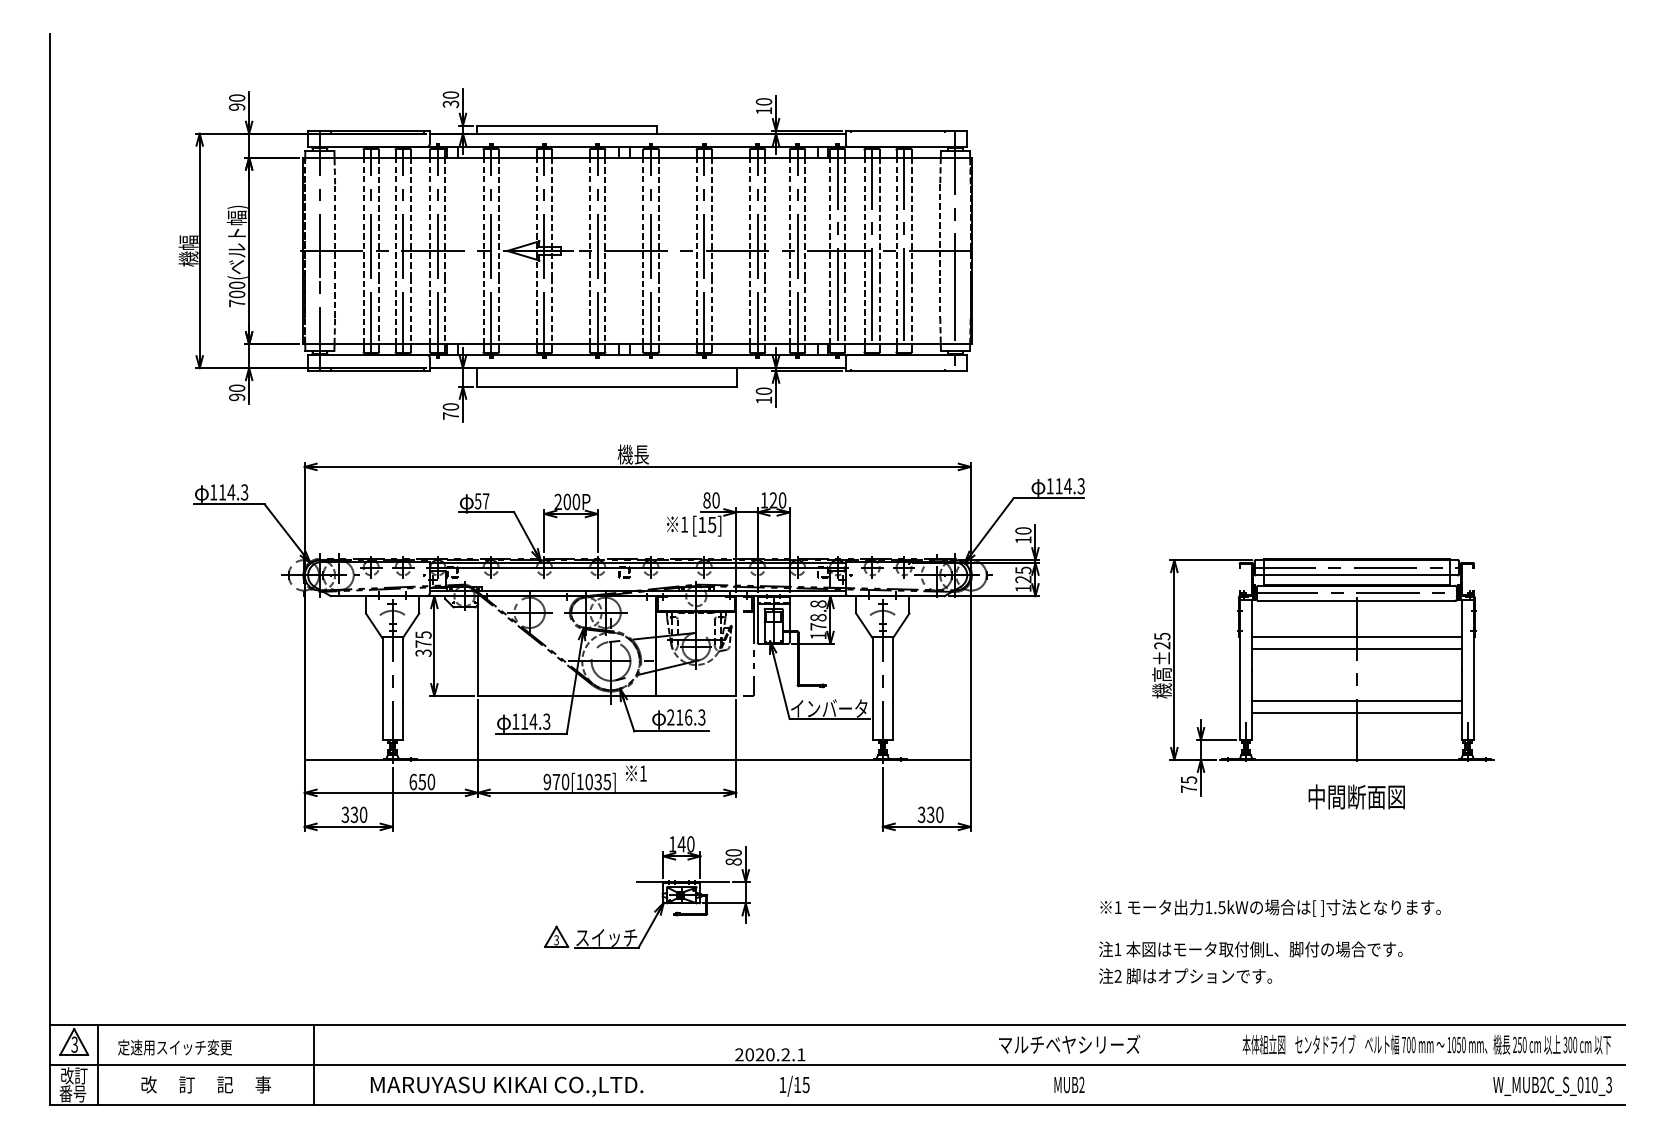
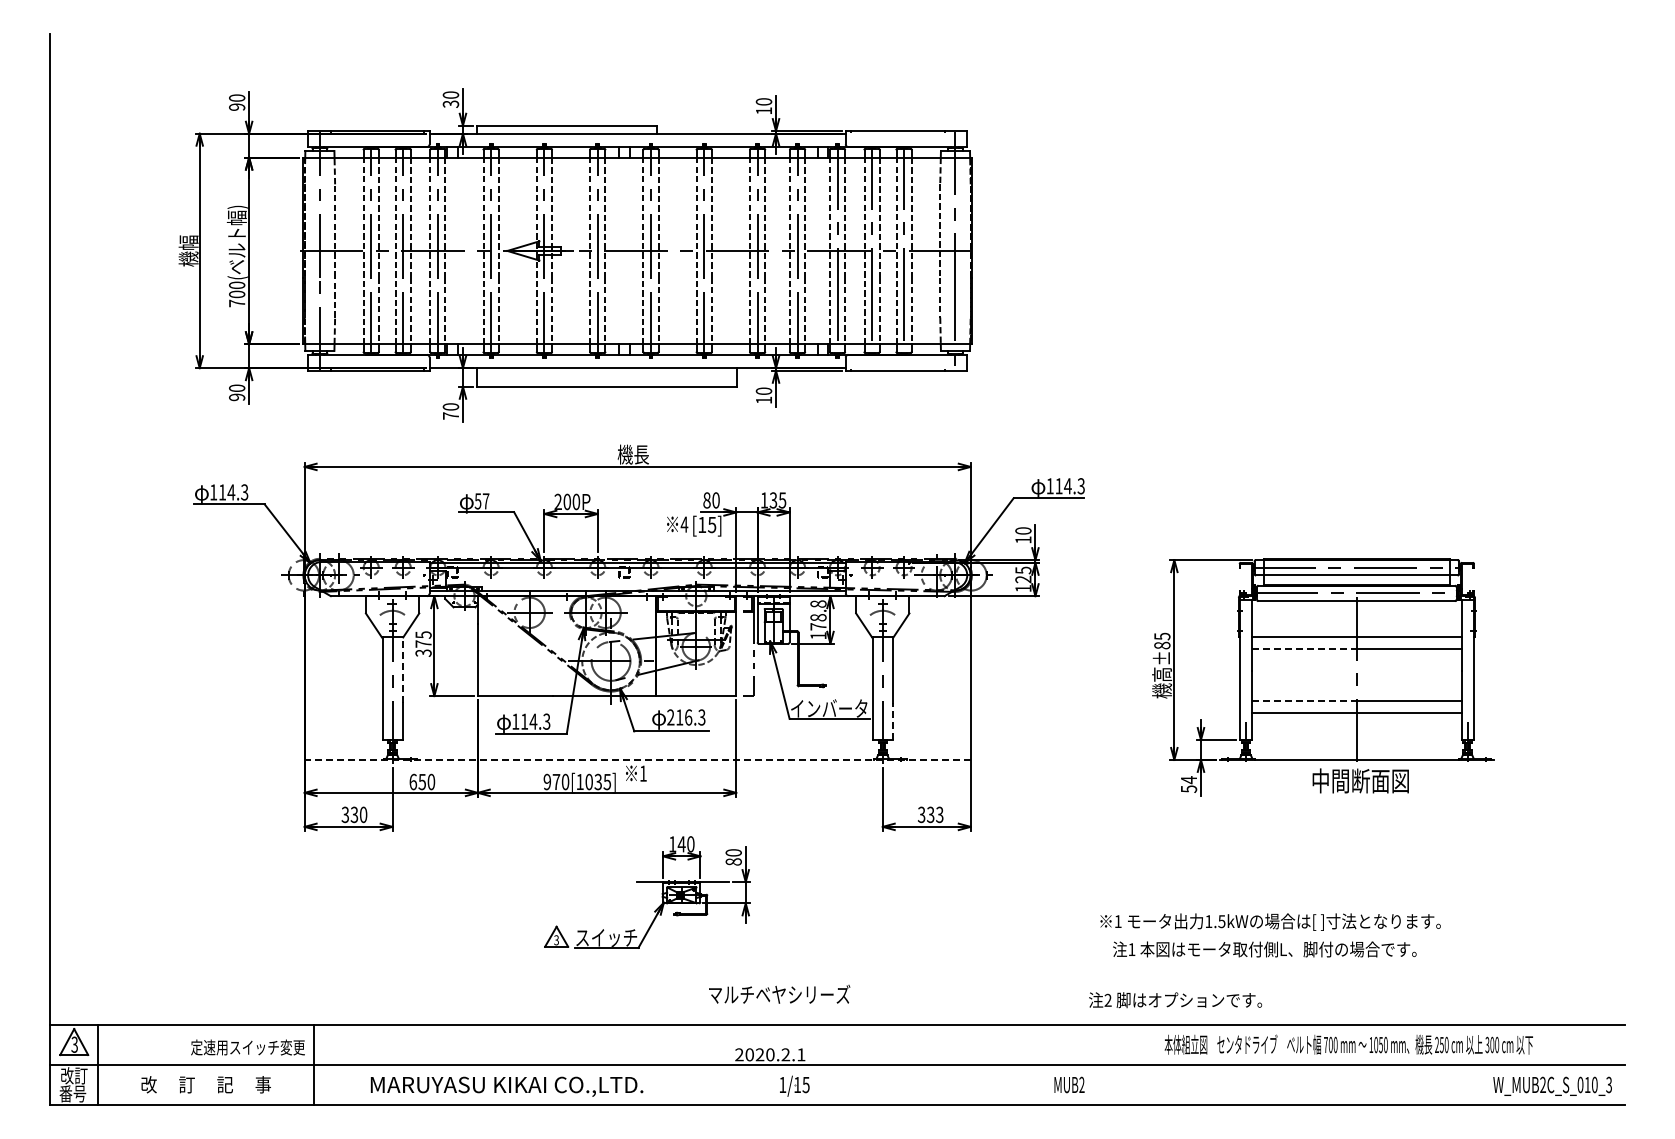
text at (777, 500): 120 -> 135
text at (684, 524): 1 -> 4
text at (1162, 645): ±25 -> ±85
line at (1304, 649): solid -> dashed
line at (402, 670): solid -> dashed
line at (1304, 701): solid -> dashed
line at (892, 721): solid -> dashed
line at (637, 759): solid -> dashed
text at (1189, 784): 75 -> 54
text at (1356, 796) position: (1356, 796) -> (1360, 780)
text at (939, 814): 330 -> 333
text at (1270, 907) position: (1270, 907) -> (1270, 921)
text at (1250, 949) position: (1250, 949) -> (1264, 949)
text at (1185, 976) position: (1185, 976) -> (1175, 1000)
text at (1069, 1043) position: (1069, 1043) -> (779, 993)
text at (1426, 1044) position: (1426, 1044) -> (1348, 1044)
text at (174, 1047) position: (174, 1047) -> (247, 1047)
